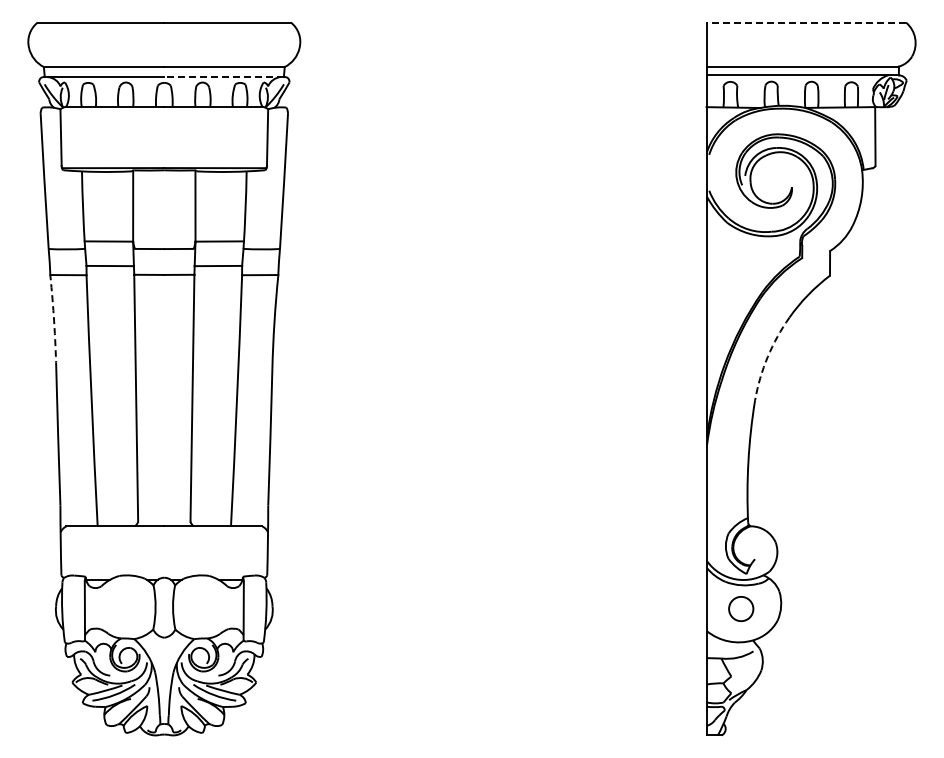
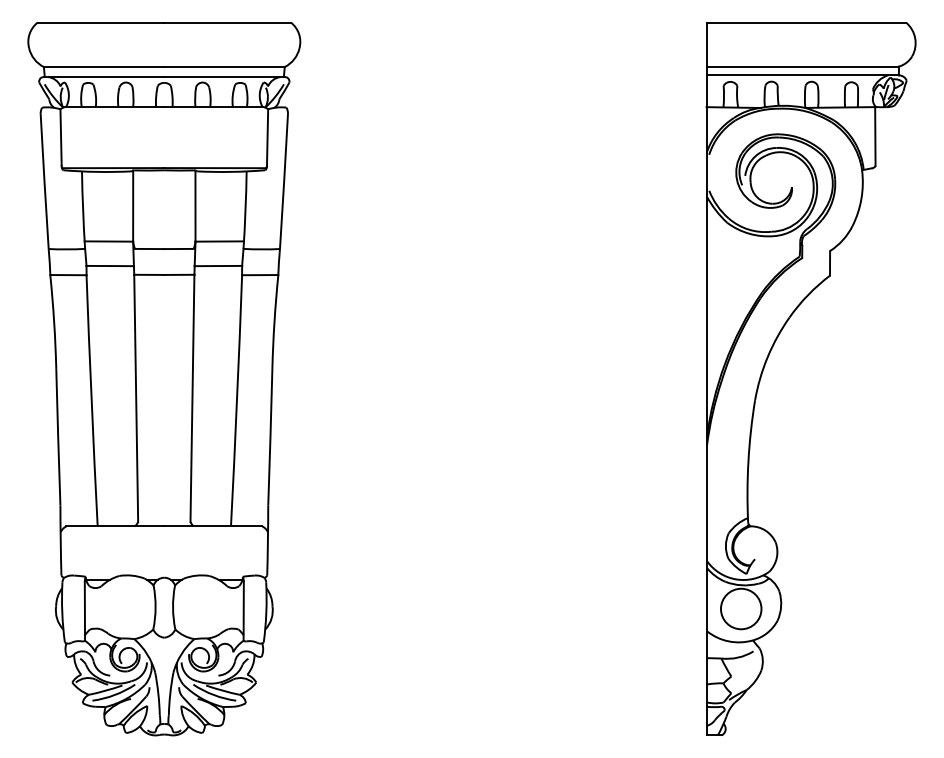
line at (806, 22): dashed -> solid
line at (224, 77): dashed -> solid
arc at (54, 321): dashed -> solid
arc at (767, 356): dashed -> solid
circle at (741, 608) diameter: 24 px -> 41 px
